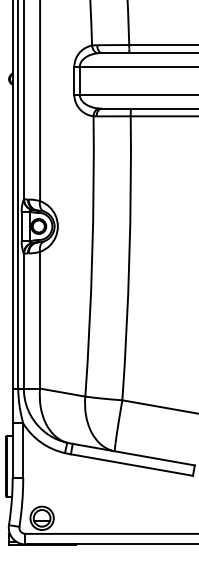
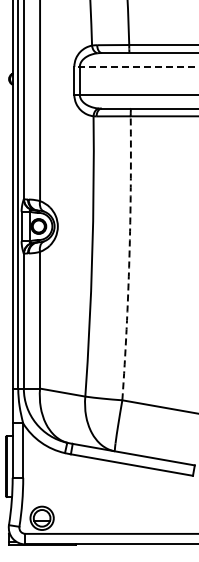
line at (136, 66): solid -> dashed
arc at (129, 258): solid -> dashed
